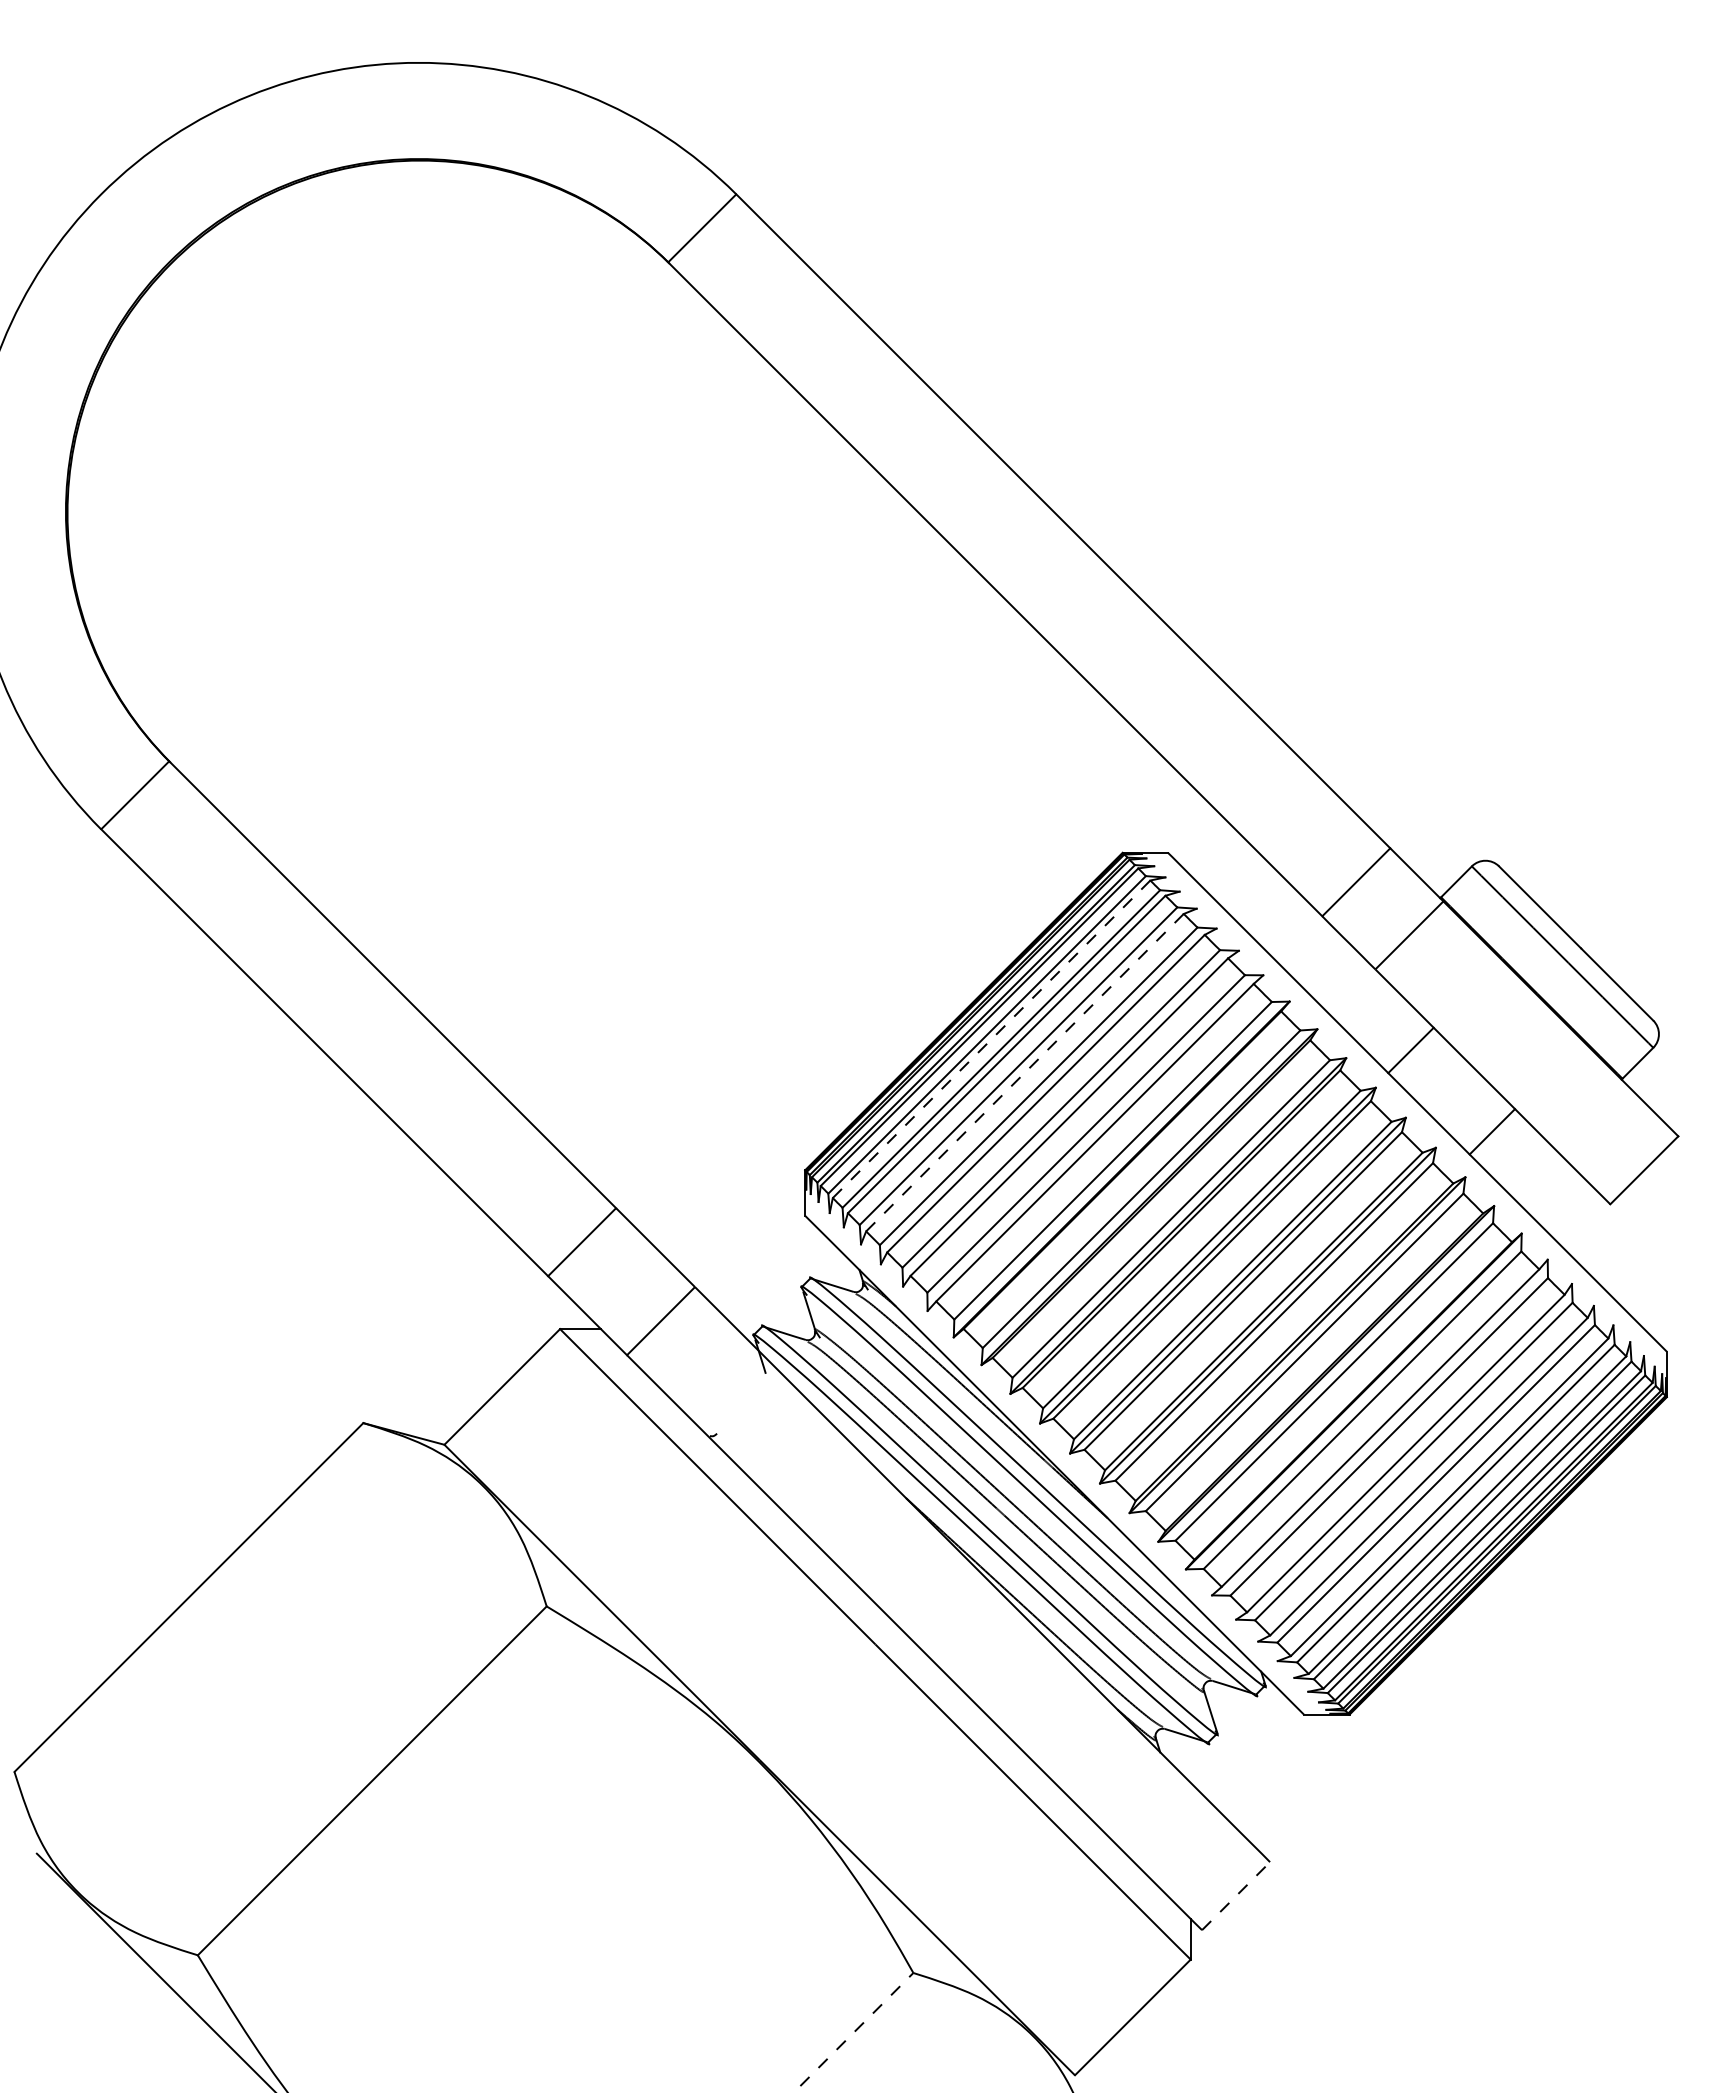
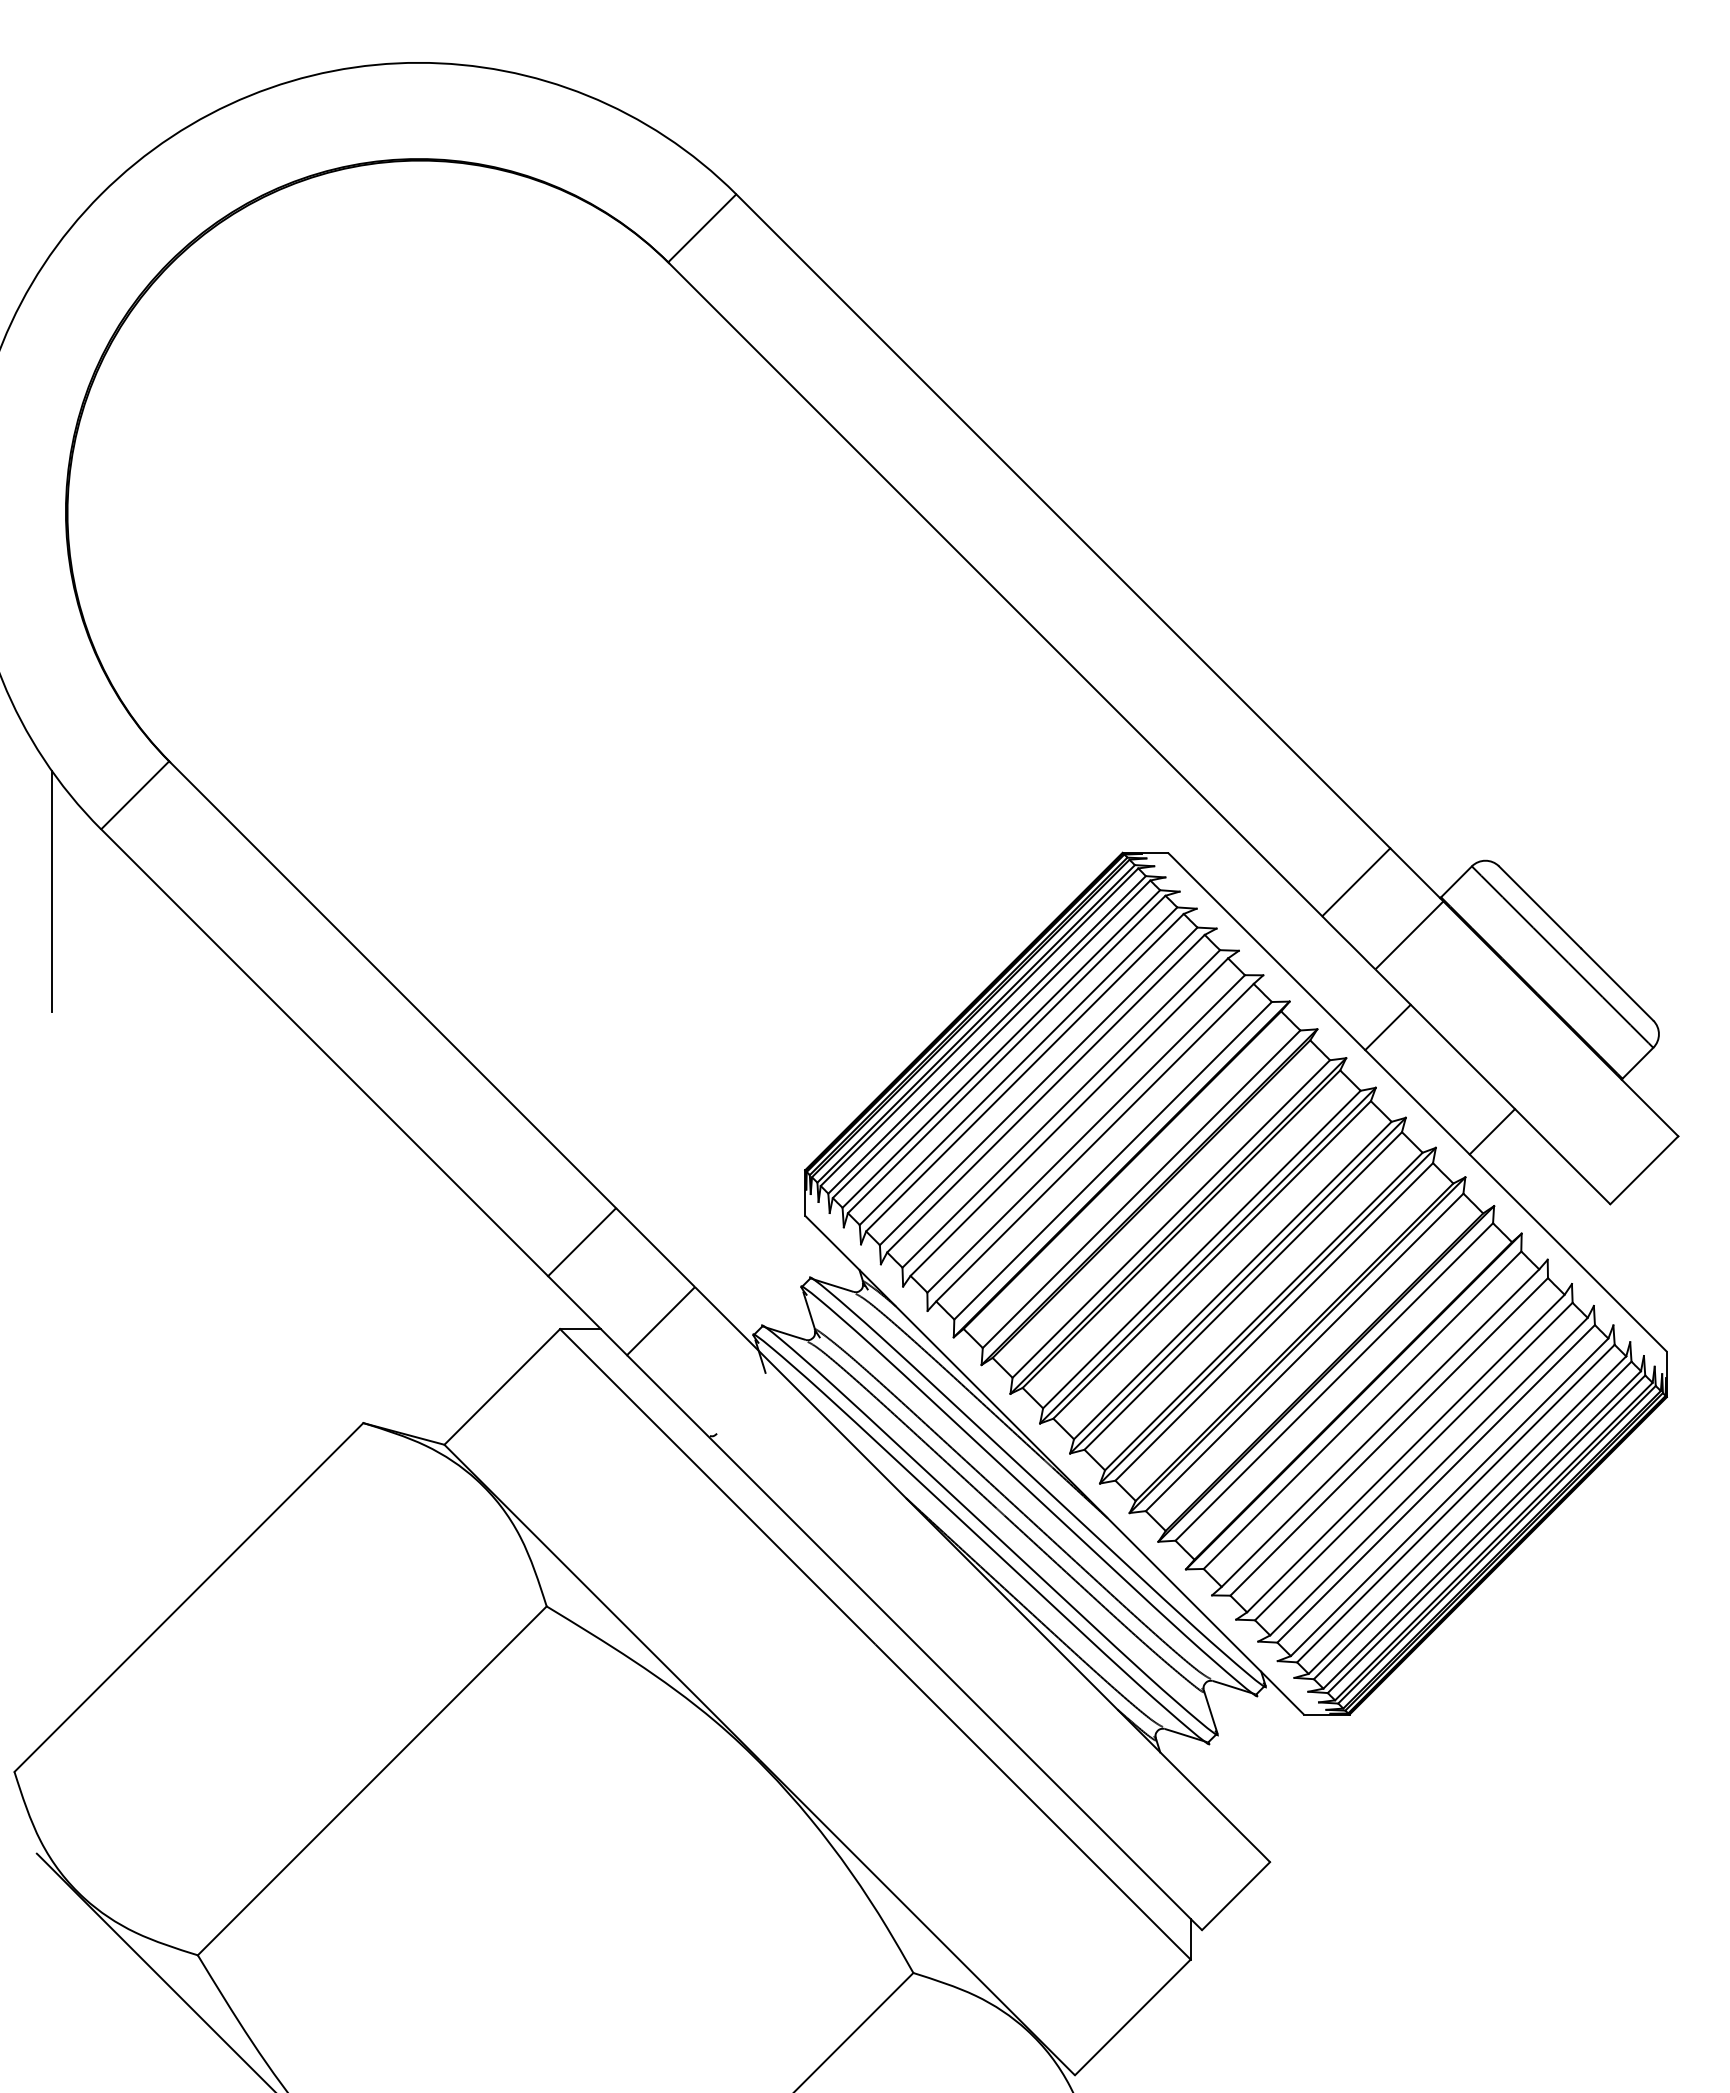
line at (51, 890): none -> present
line at (991, 1039): dashed -> solid
line at (1410, 1050) position: (1410, 1050) -> (1387, 1027)
line at (1024, 1073): dashed -> solid
line at (1236, 1895): dashed -> solid
line at (854, 2032): dashed -> solid
